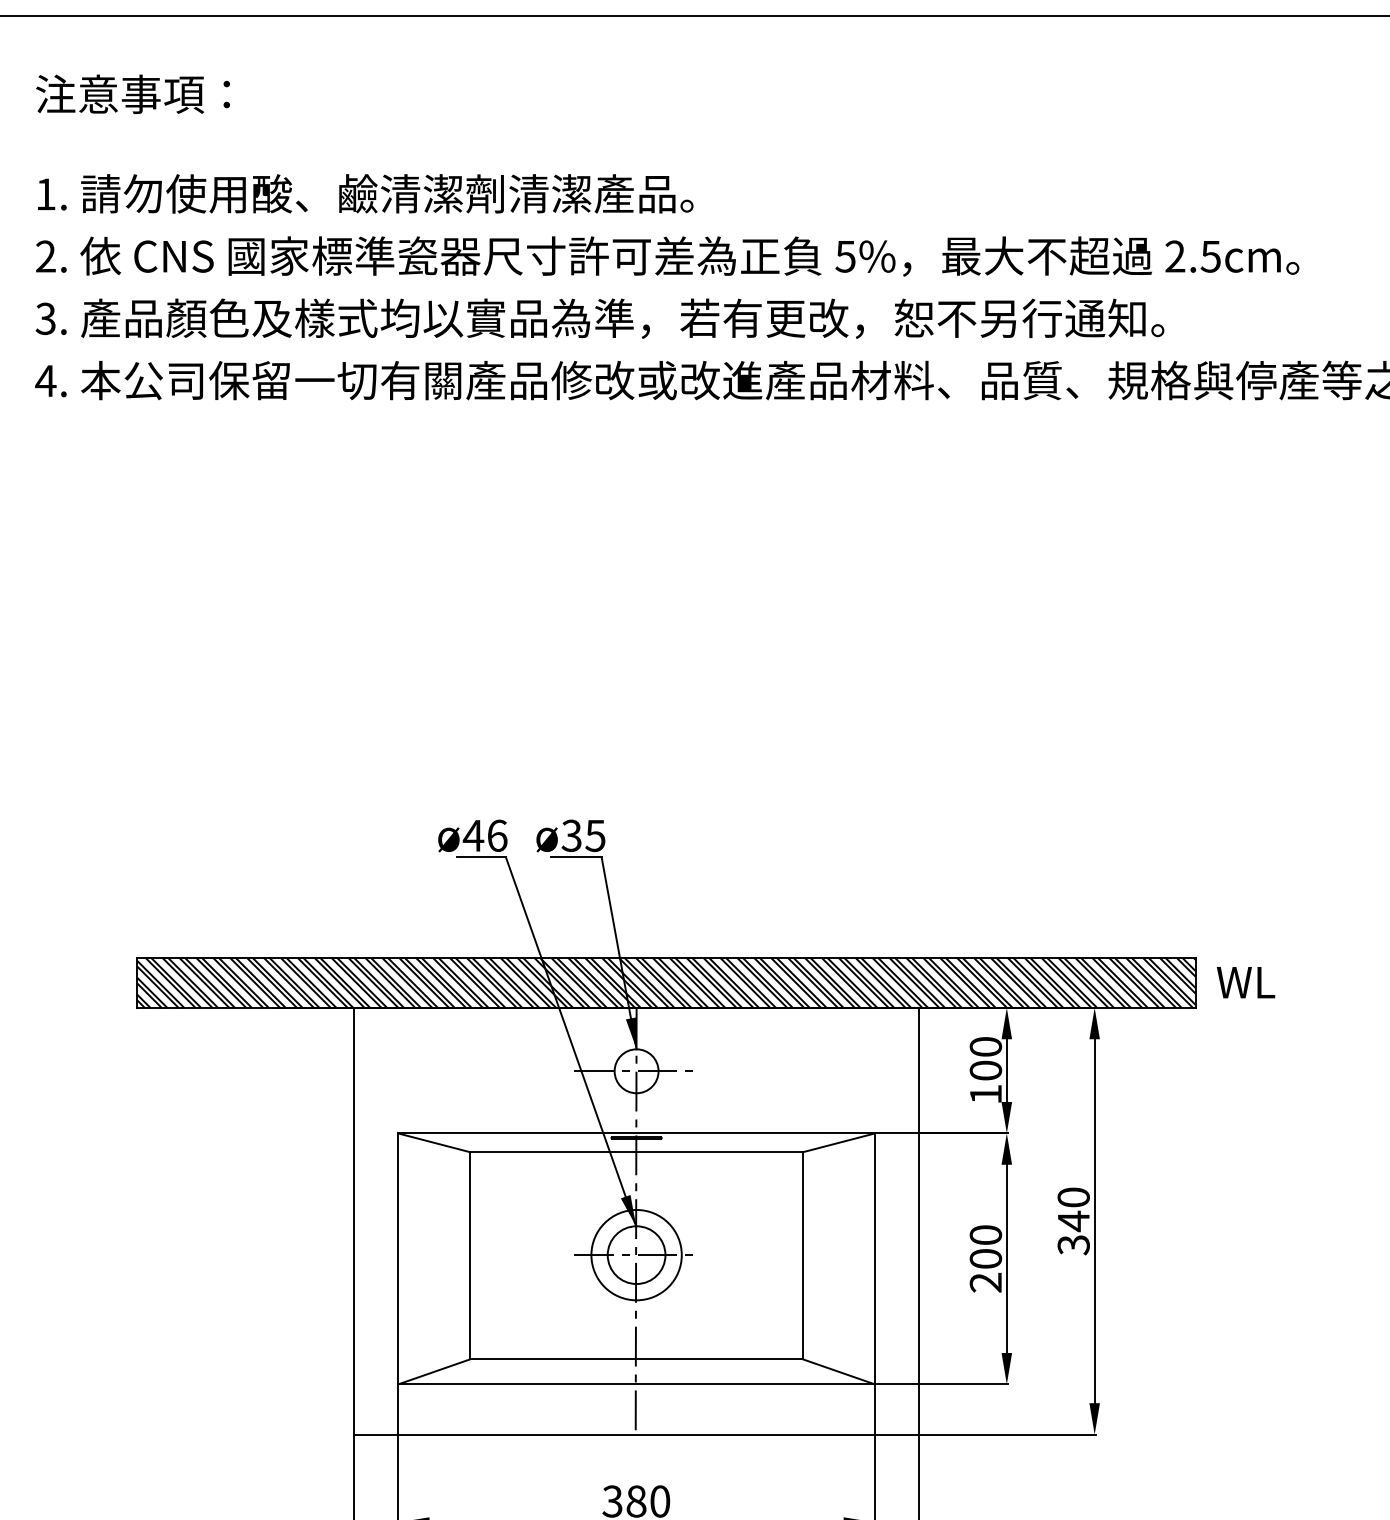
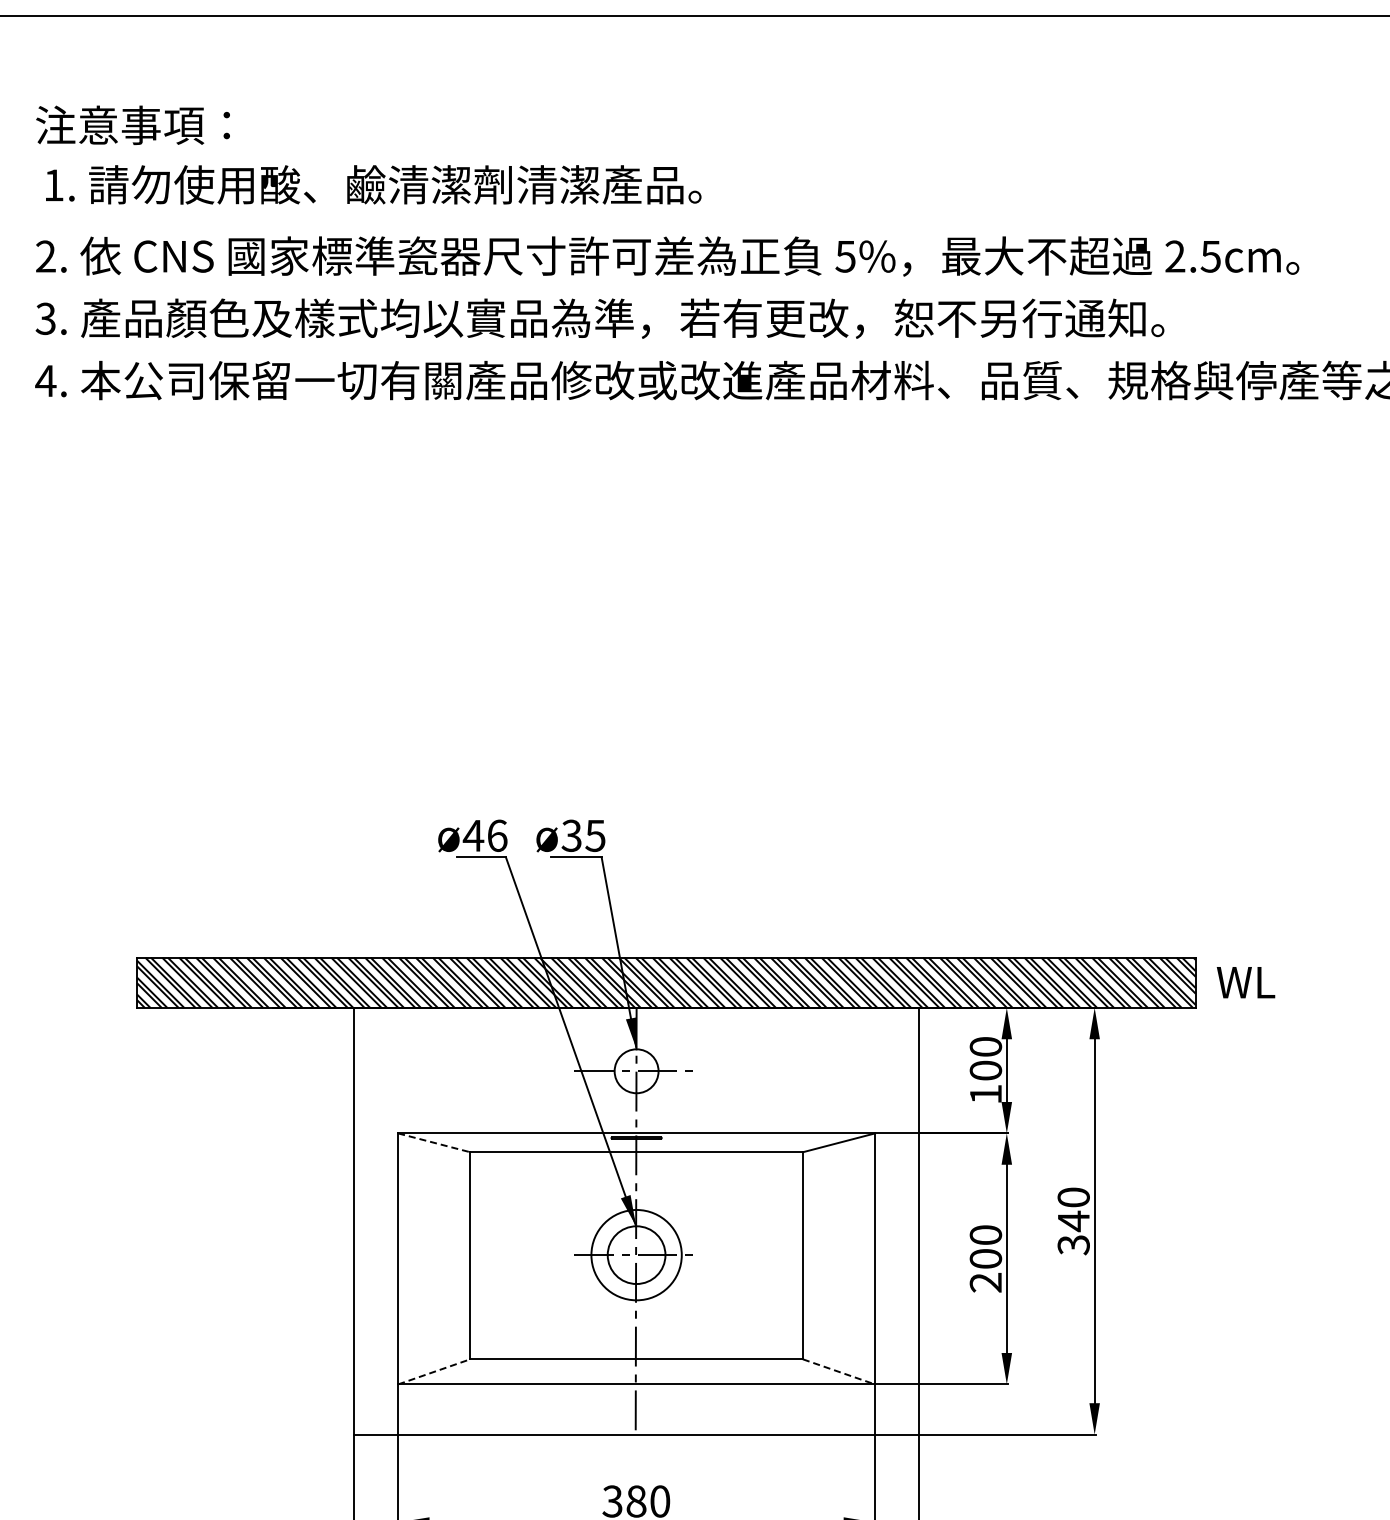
text at (132, 93) position: (132, 93) -> (132, 124)
text at (365, 193) position: (365, 193) -> (373, 184)
line at (434, 1142): solid -> dashed
line at (434, 1371): solid -> dashed
line at (839, 1372): solid -> dashed
